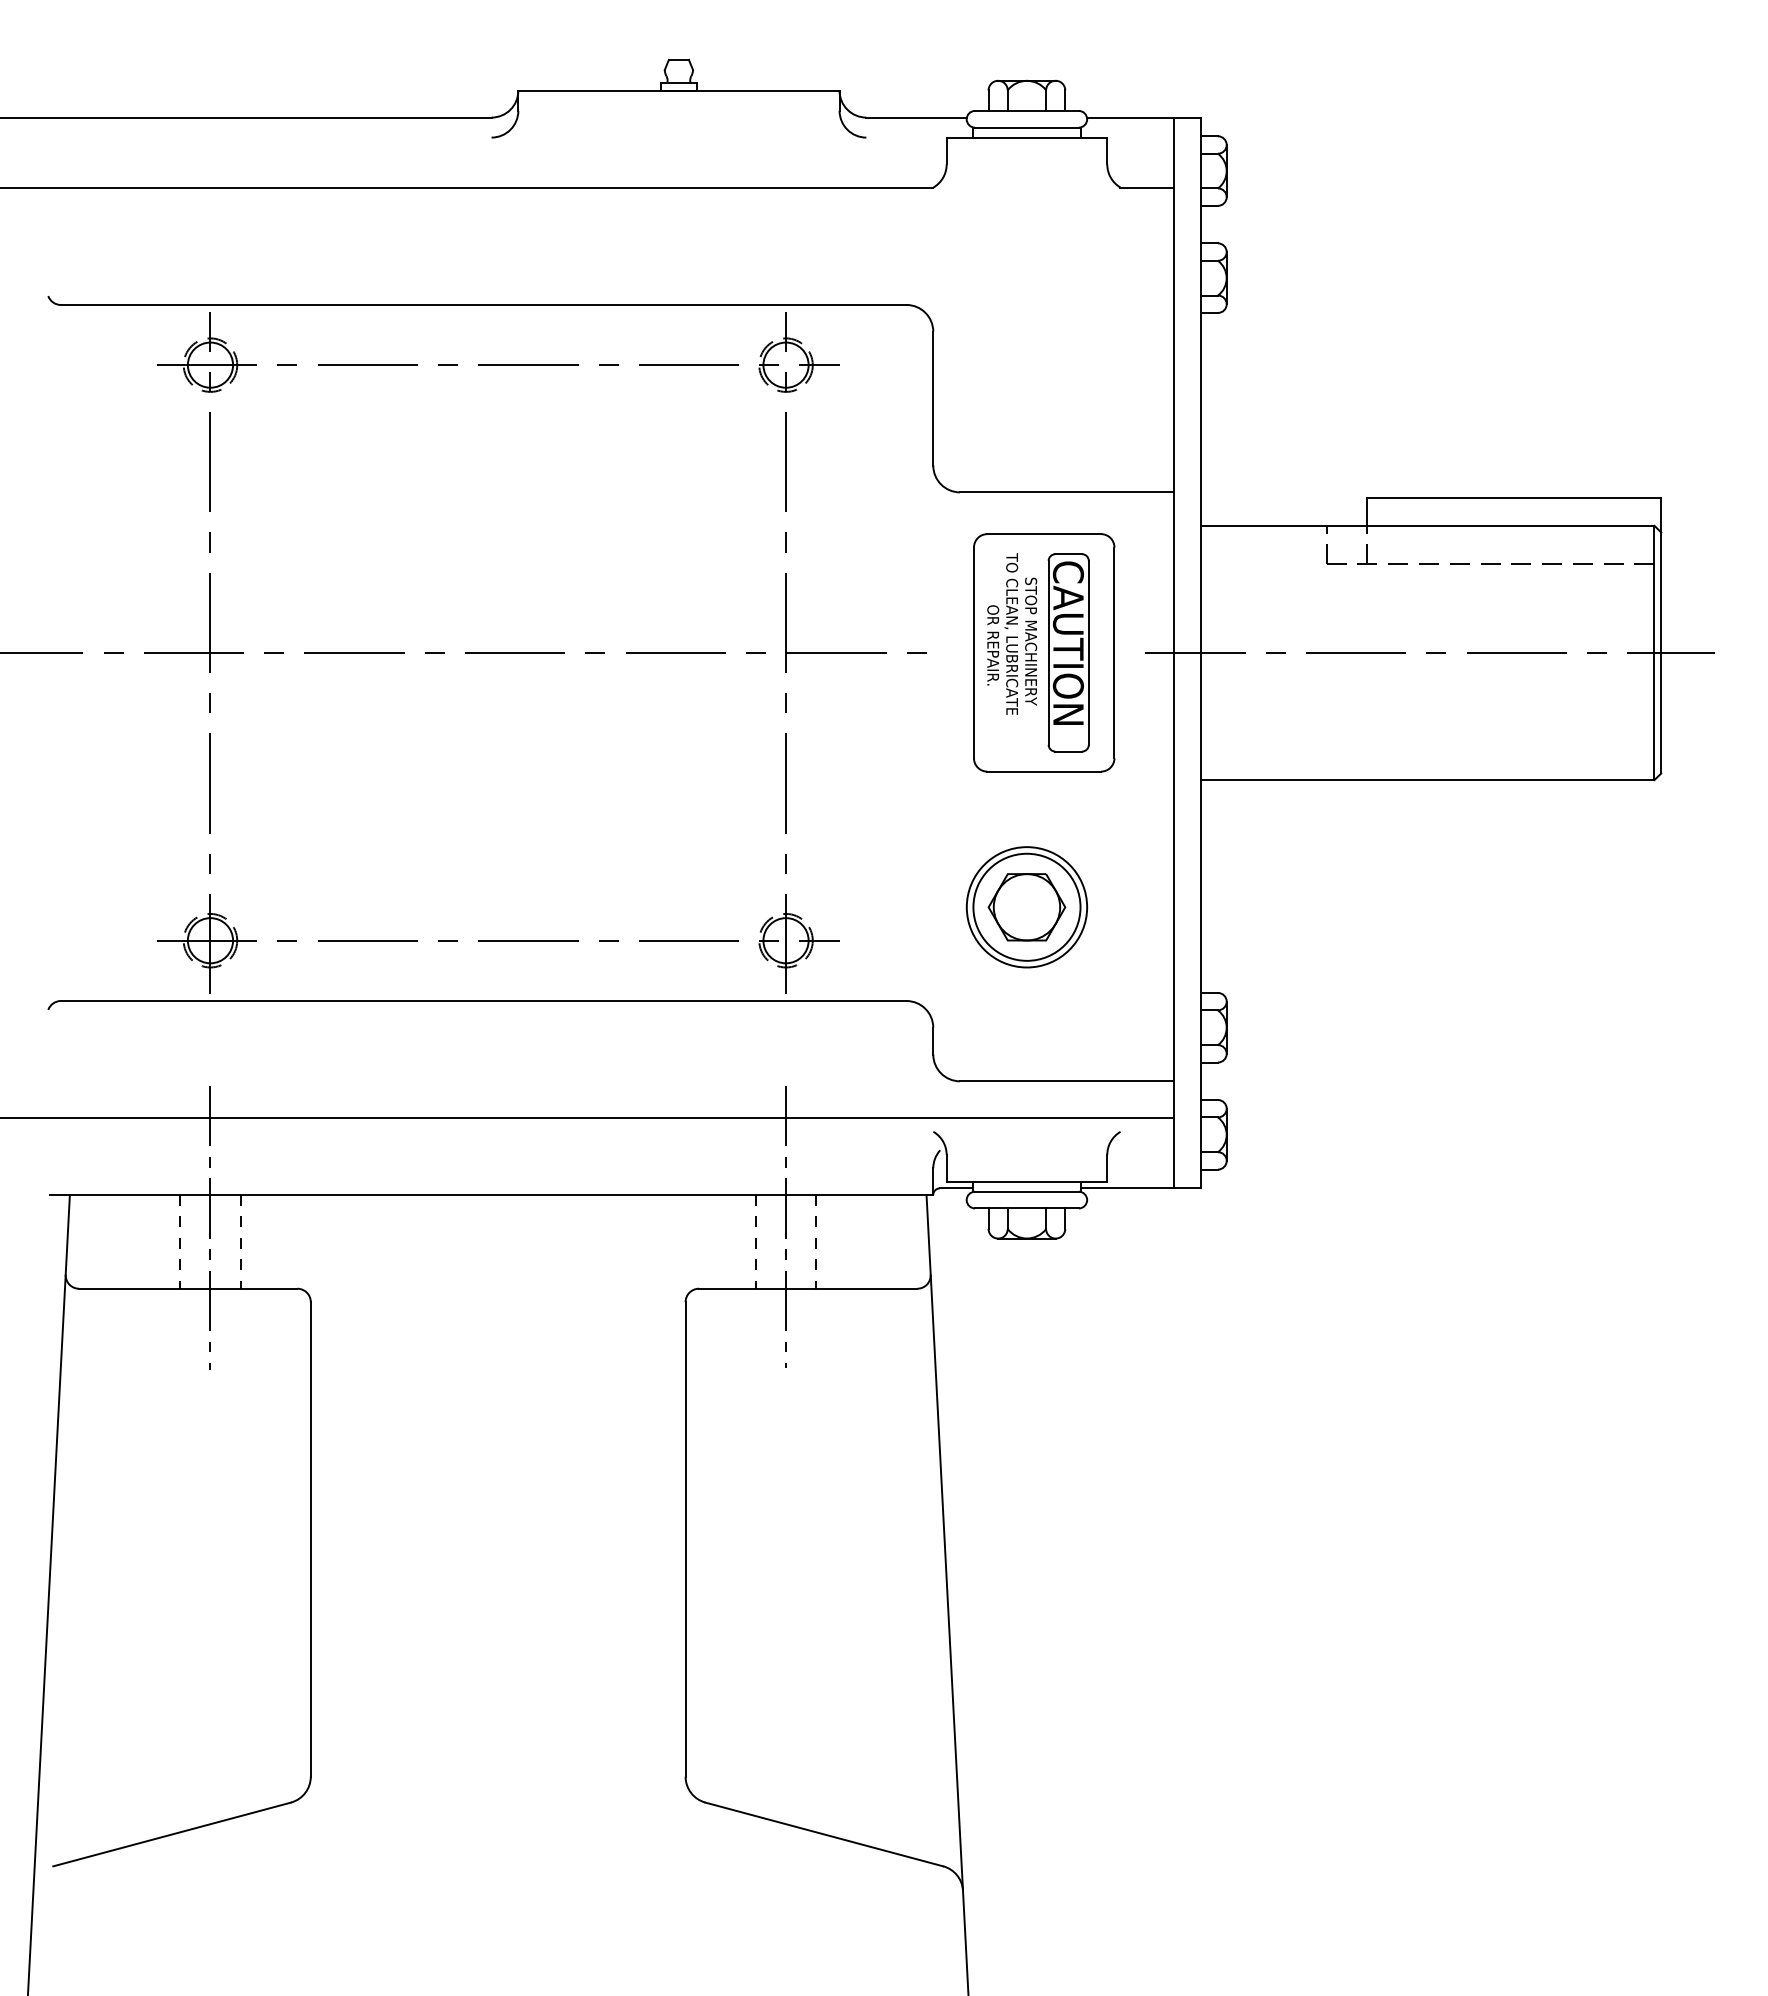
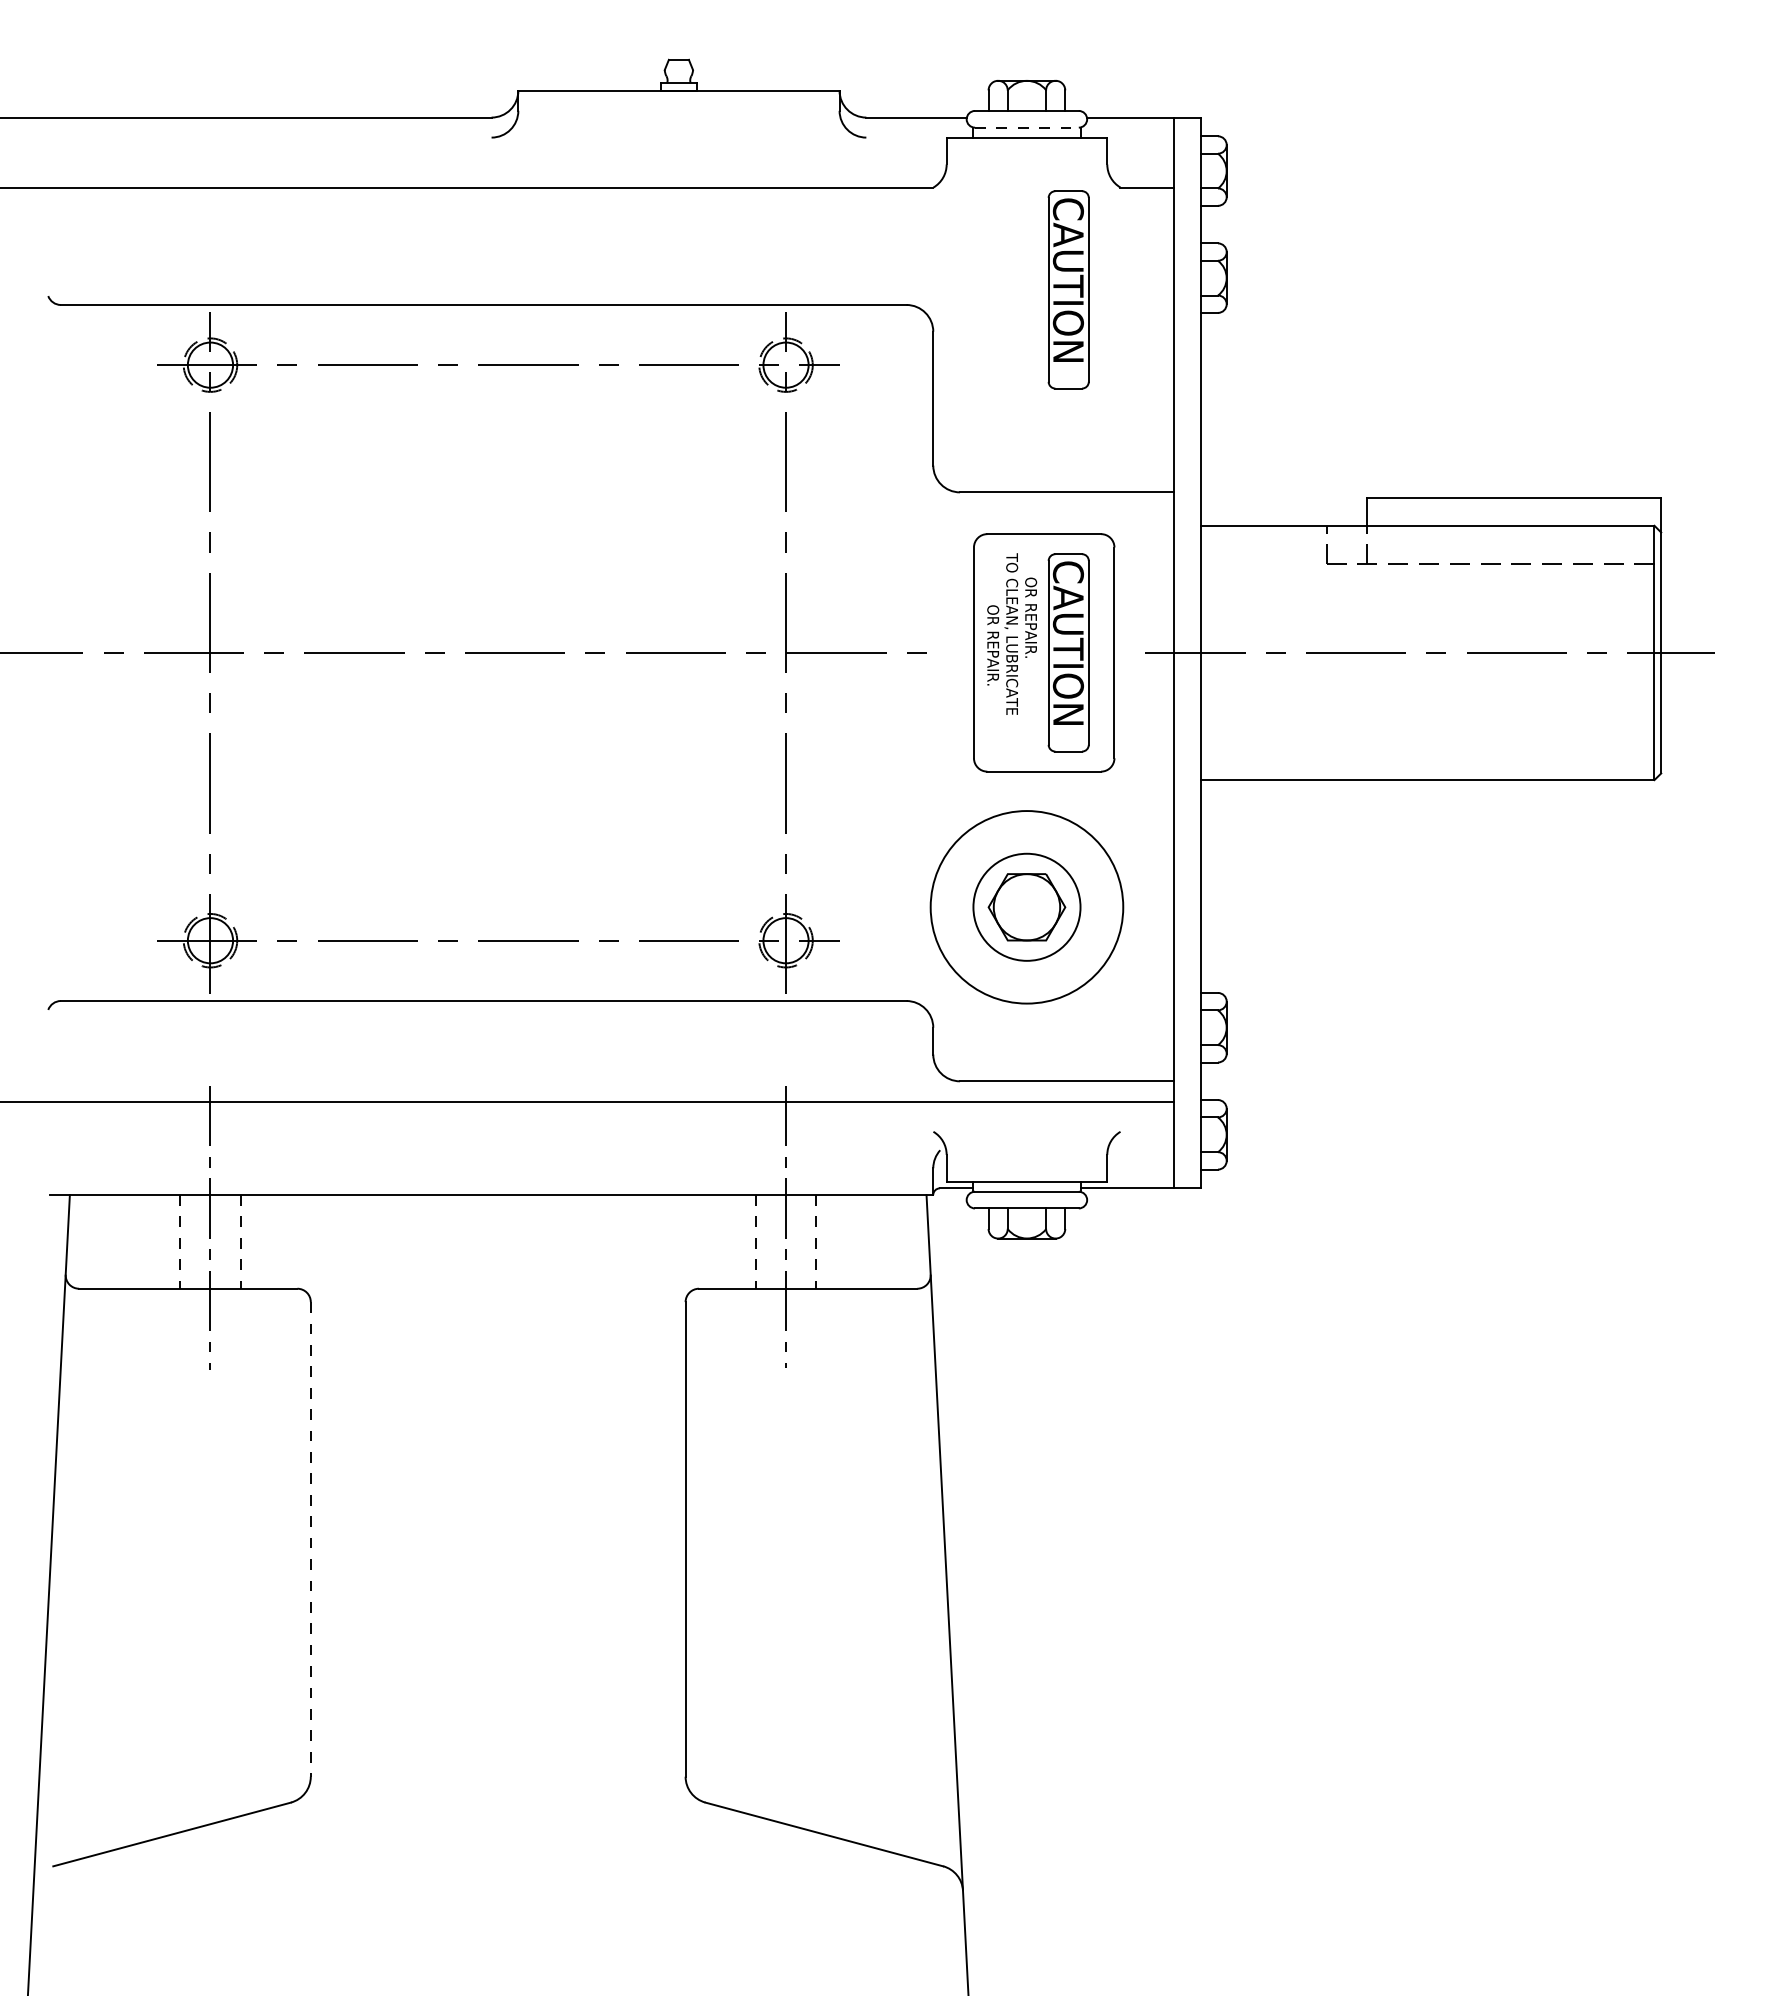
line at (1026, 127): solid -> dashed
part at (1068, 289): none -> present
text at (1031, 641): STOP MACHINERY -> OR REPAIR.
circle at (1026, 907) diameter: 120 px -> 193 px
line at (588, 1118) position: (588, 1118) -> (588, 1102)
line at (310, 1539): solid -> dashed
